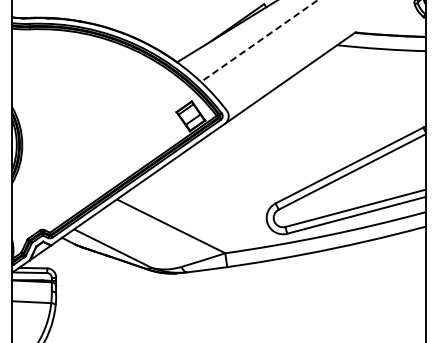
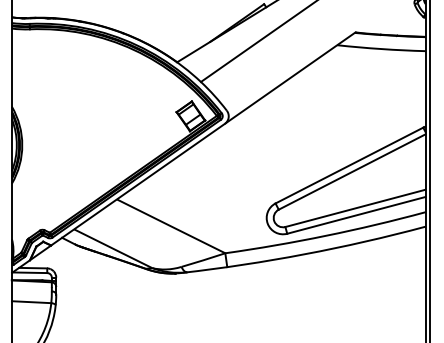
line at (258, 41): dashed -> solid
line at (430, 170): none -> present
